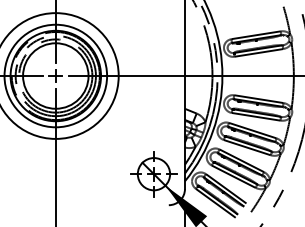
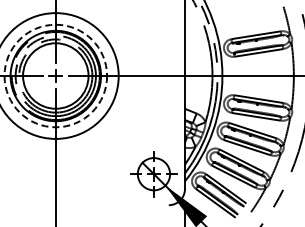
circle at (55, 75): solid -> dashed
